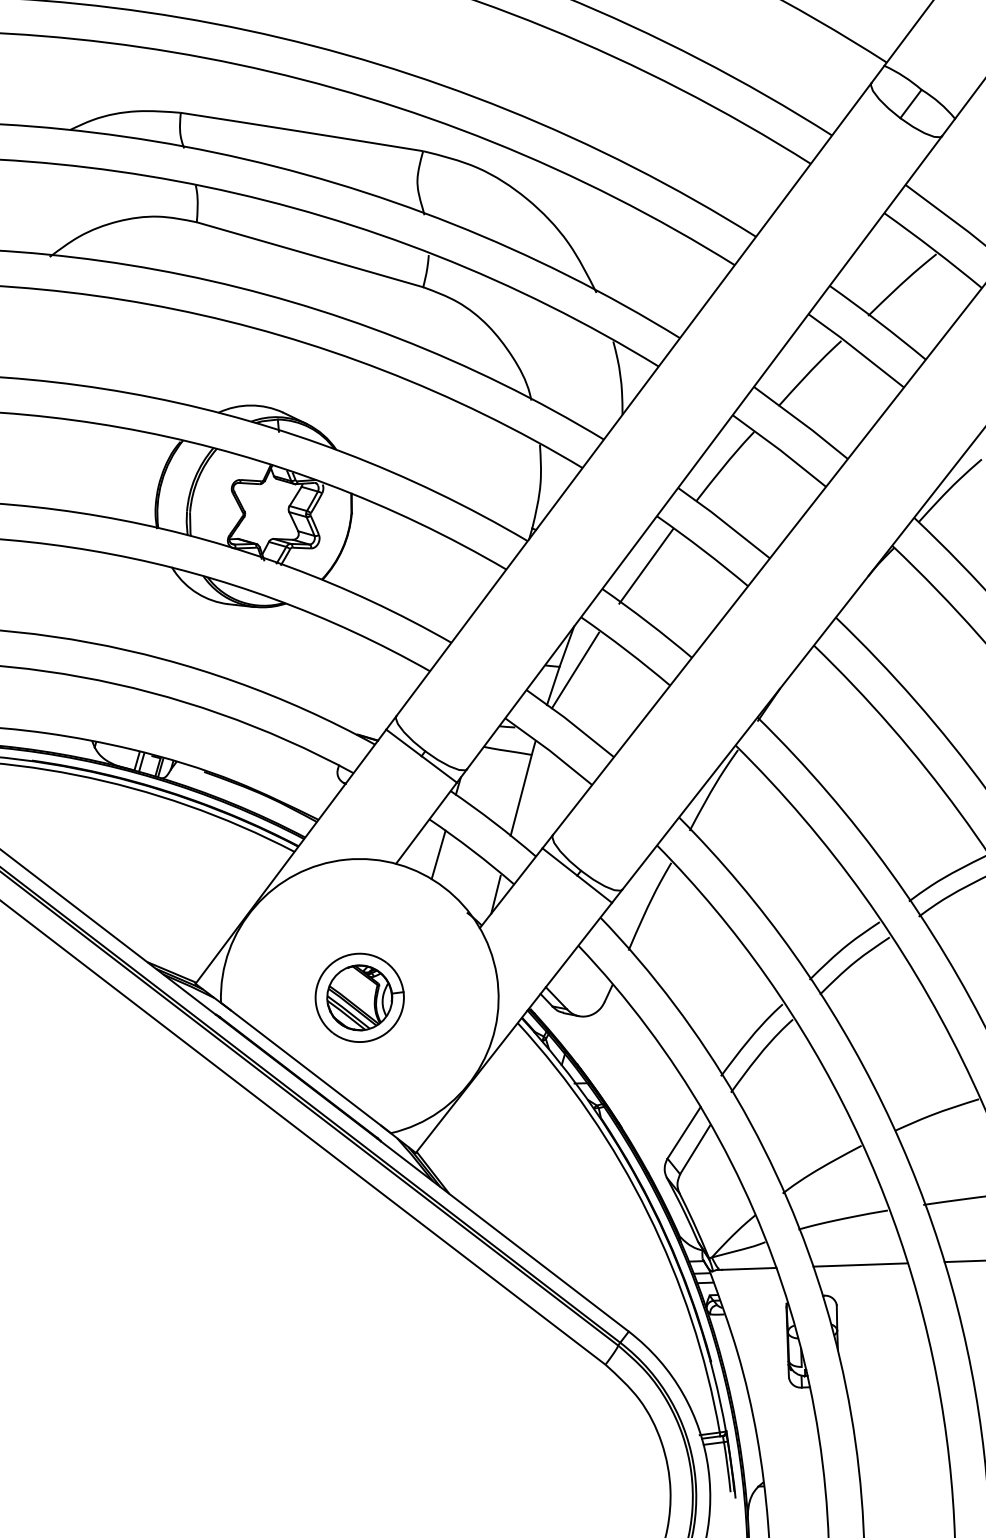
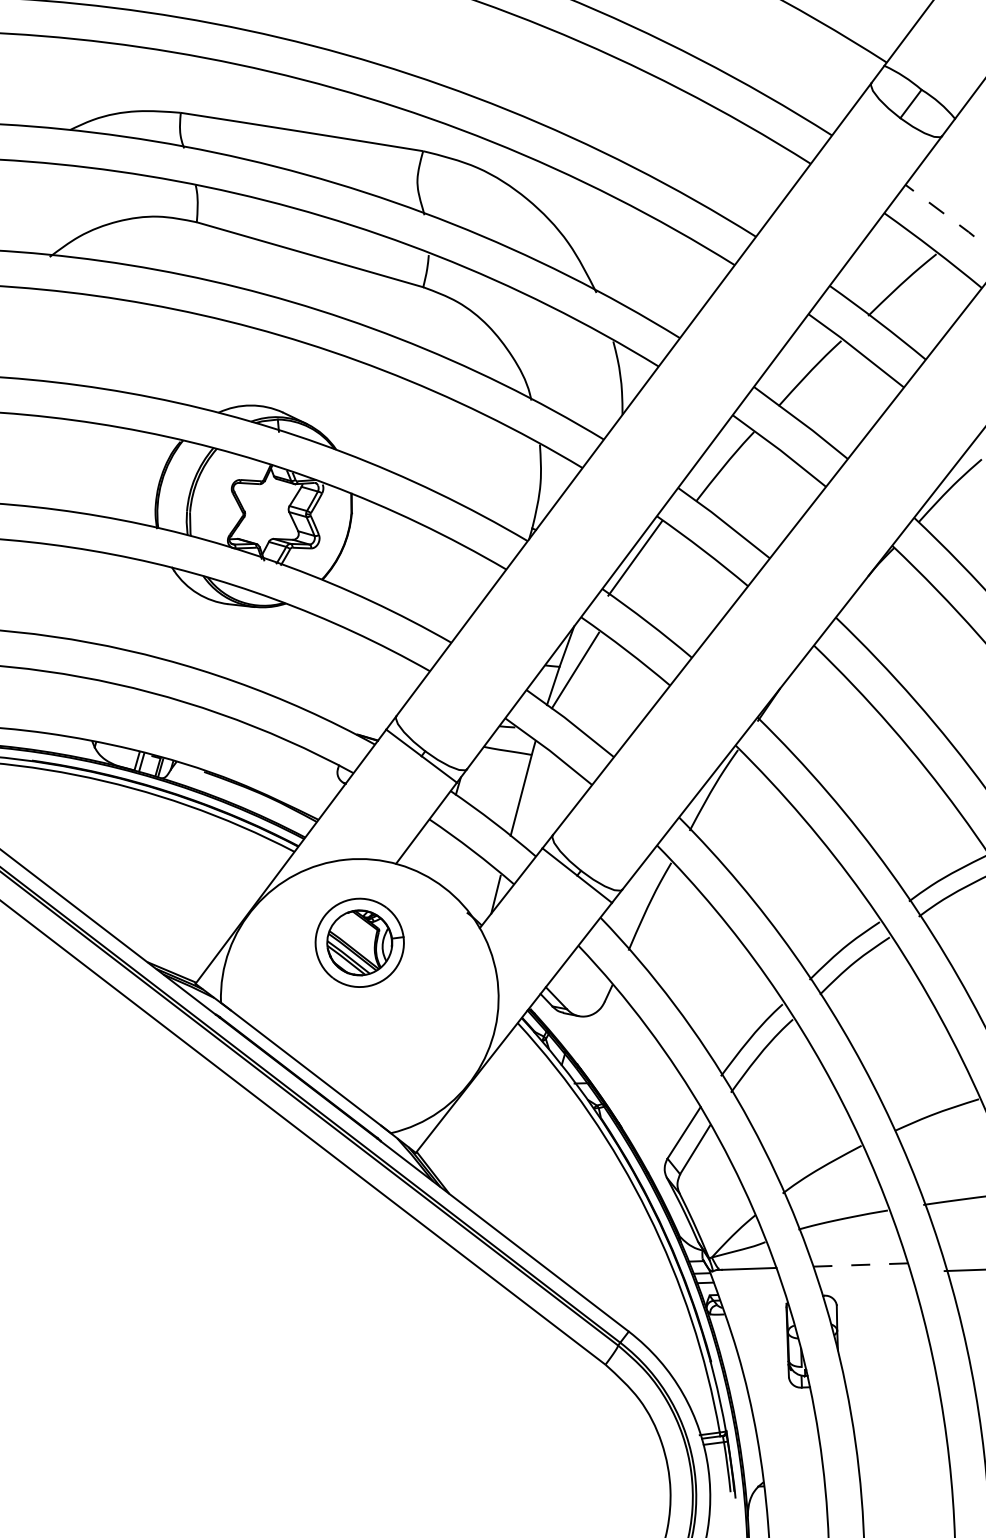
line at (946, 215): solid -> dashed
line at (646, 566) position: (646, 566) -> (635, 558)
line at (438, 854): present -> none
part at (359, 997) position: (359, 997) -> (359, 942)
line at (963, 1261) position: (963, 1261) -> (963, 1270)
line at (860, 1265): solid -> dashed
